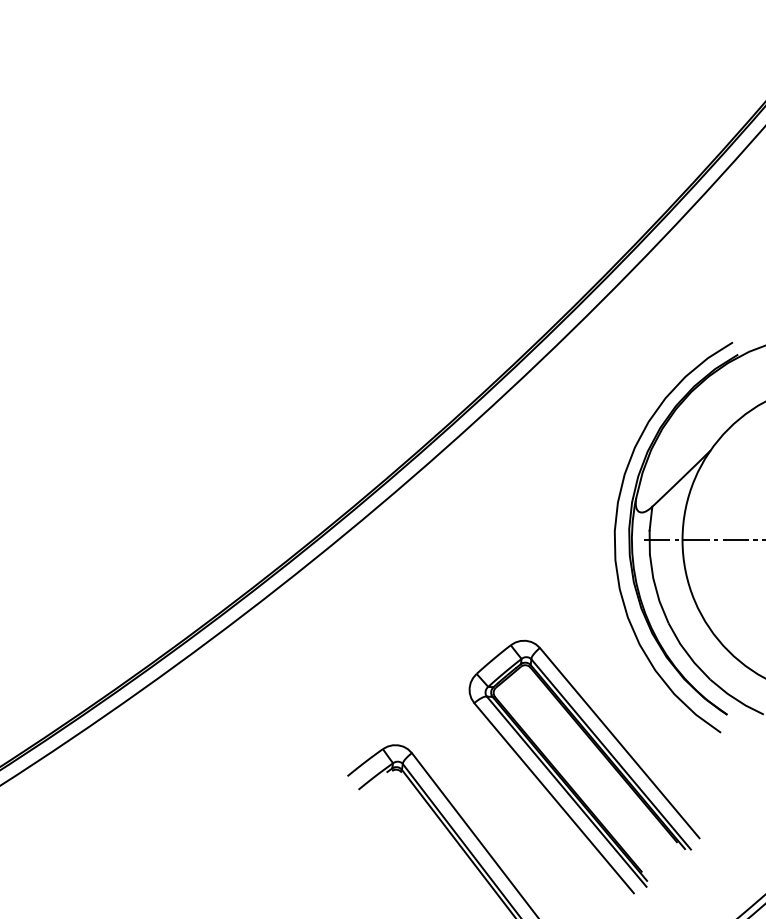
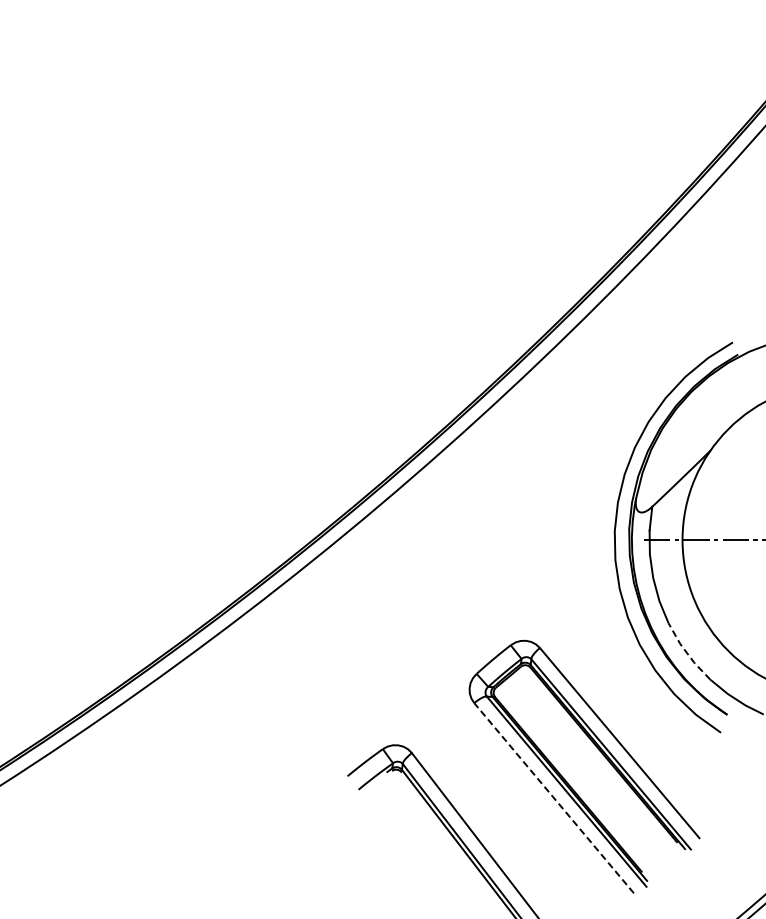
line at (687, 653): solid -> dashed
line at (553, 797): solid -> dashed
